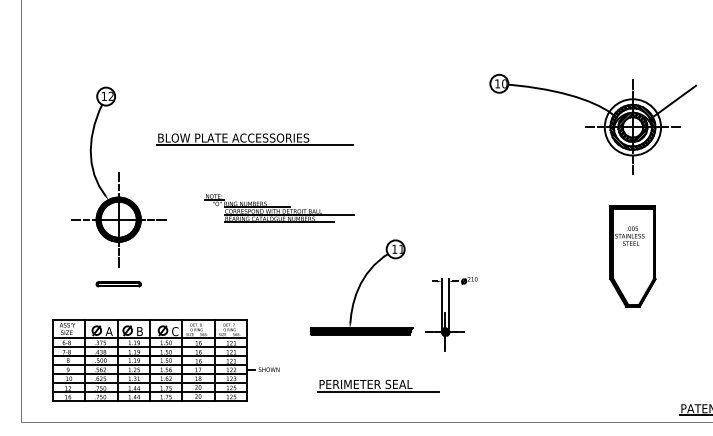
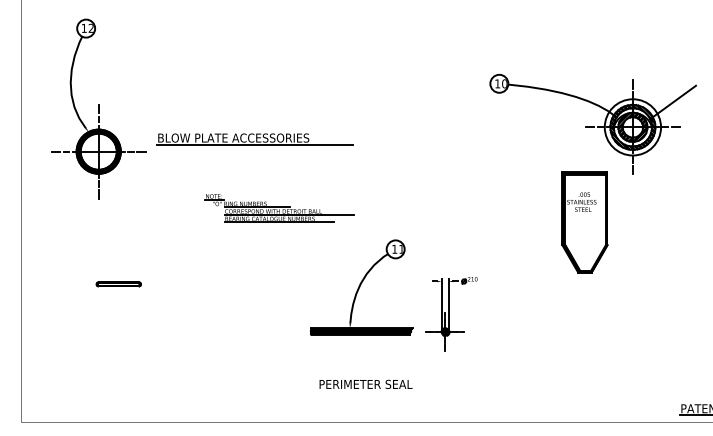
part at (118, 176) position: (118, 176) -> (98, 108)
part at (632, 256) position: (632, 256) -> (584, 222)
part at (165, 360): present -> none
line at (378, 391): present -> none
